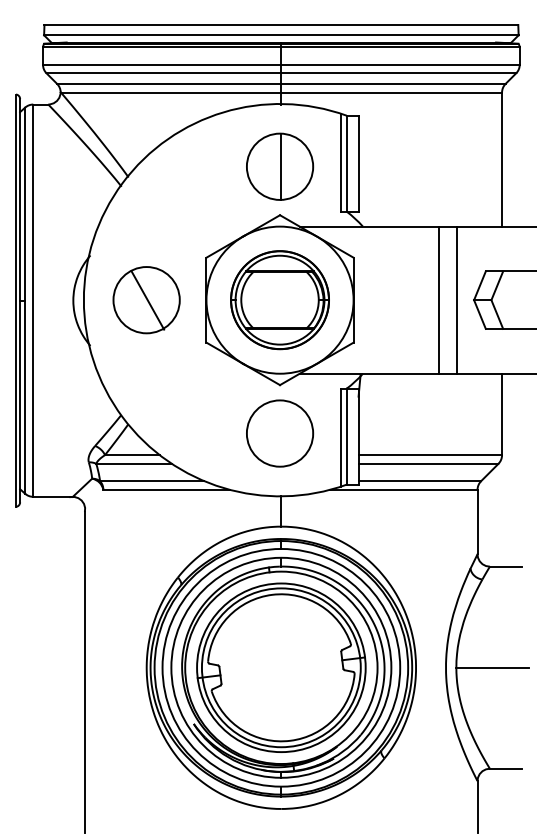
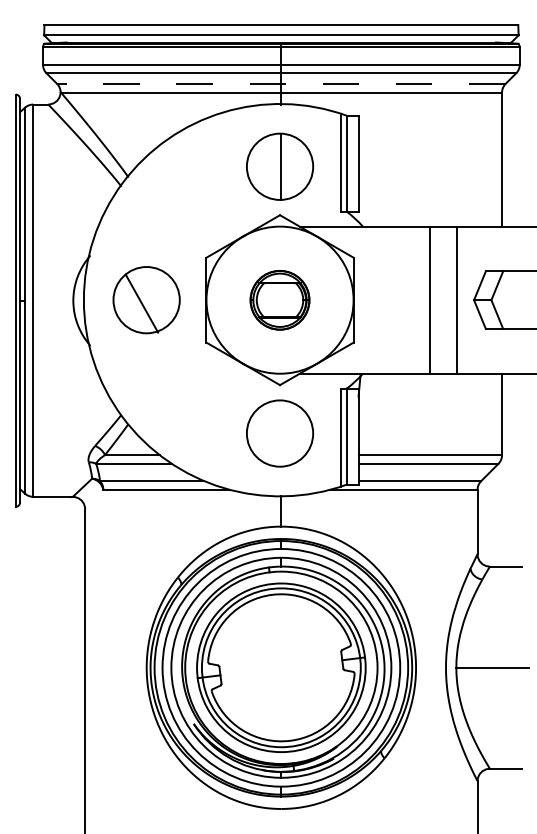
line at (280, 83): solid -> dashed
line at (439, 299) position: (439, 299) -> (430, 299)
line at (147, 300) position: (147, 300) -> (141, 303)
part at (279, 300) size: 100x101 px -> 62x61 px
